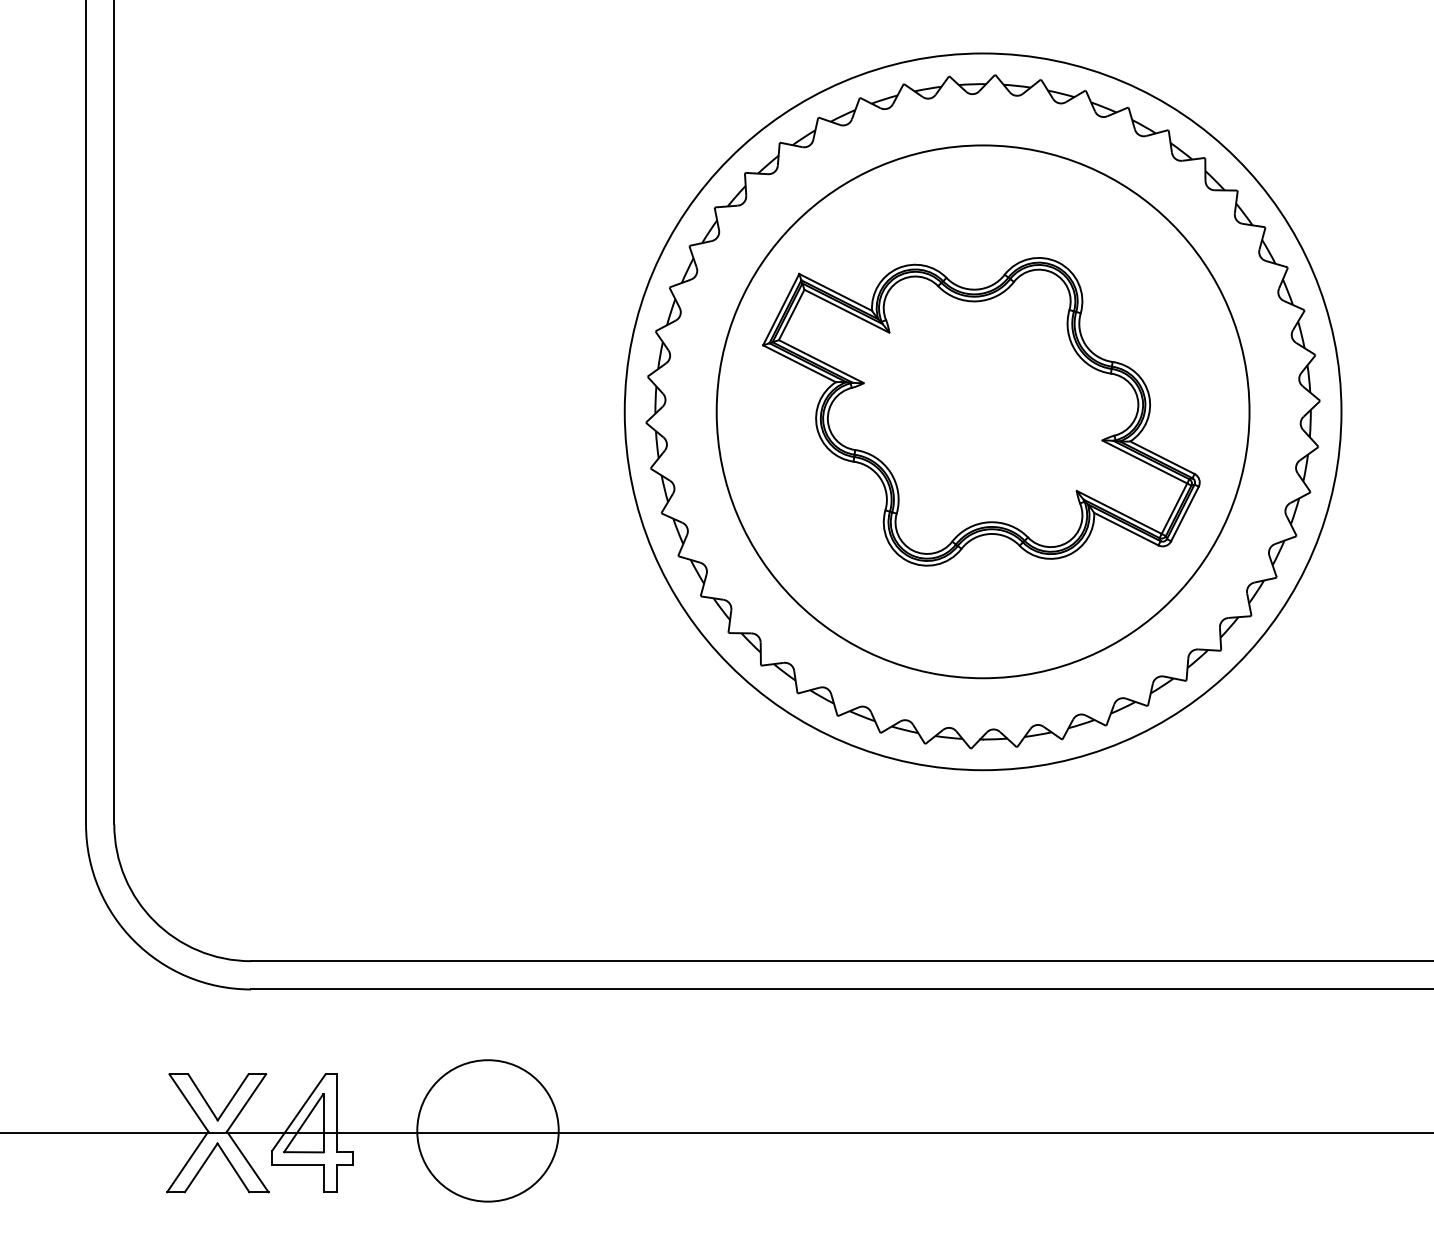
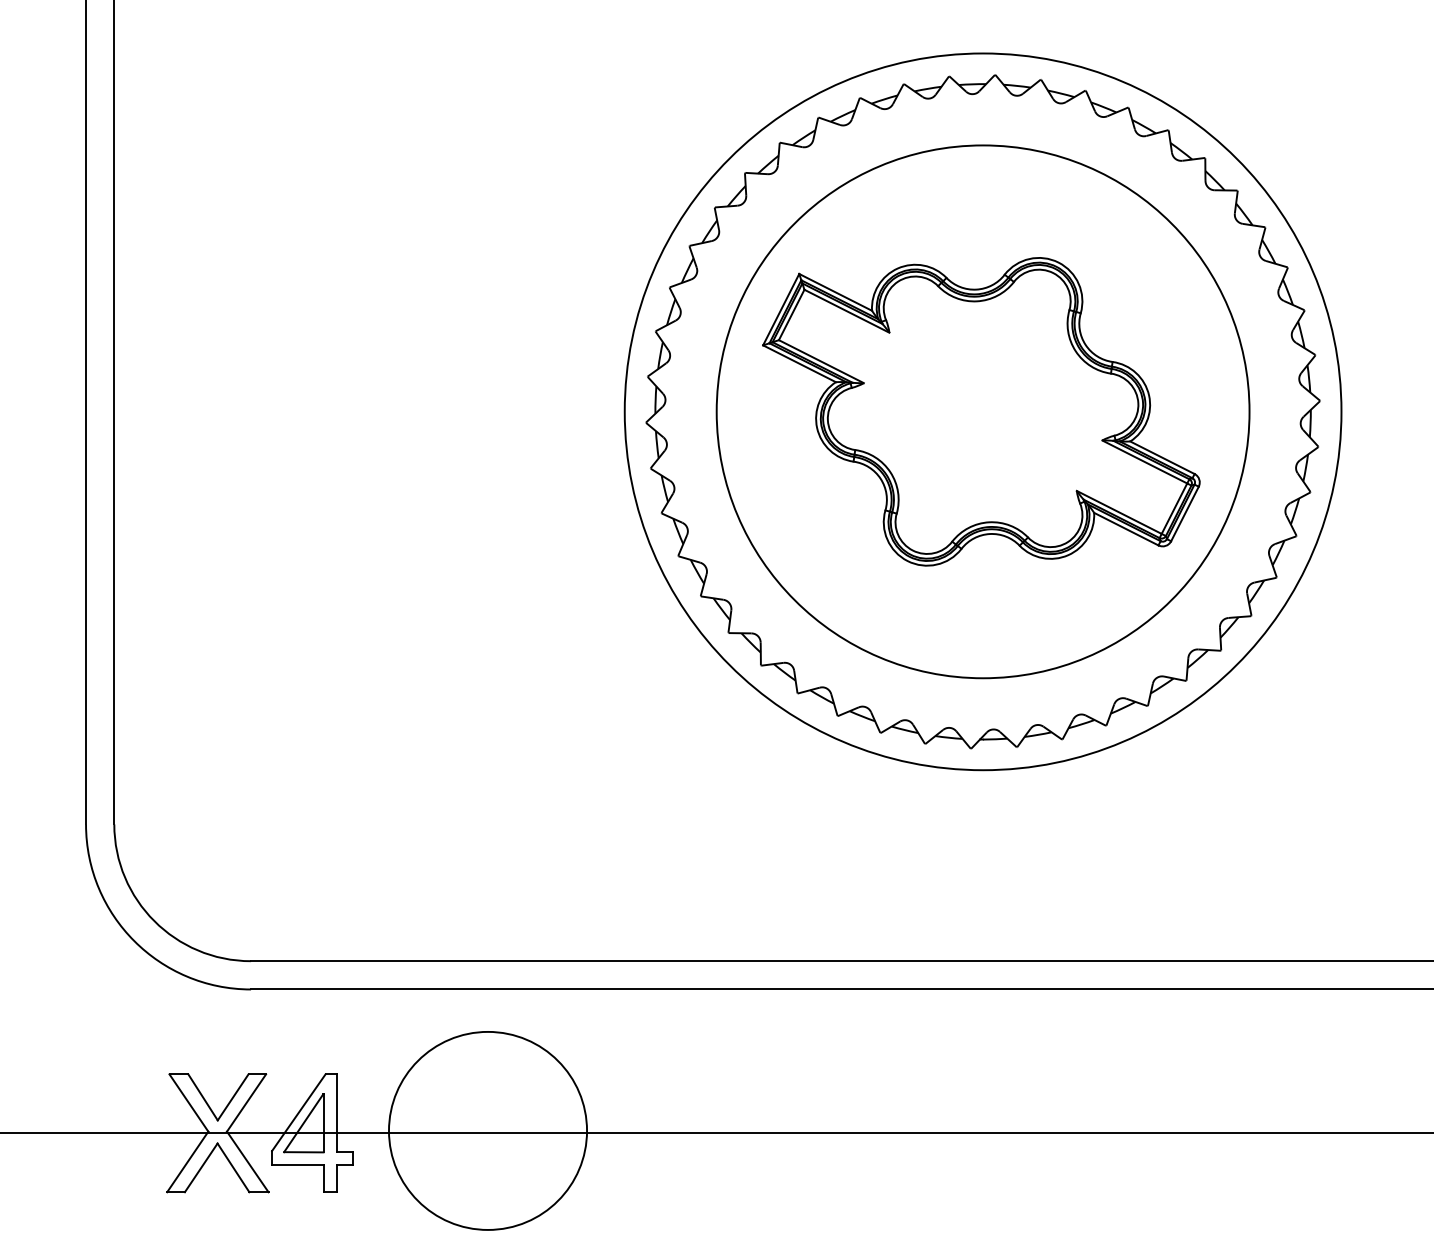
circle at (487, 1130) diameter: 141 px -> 198 px
